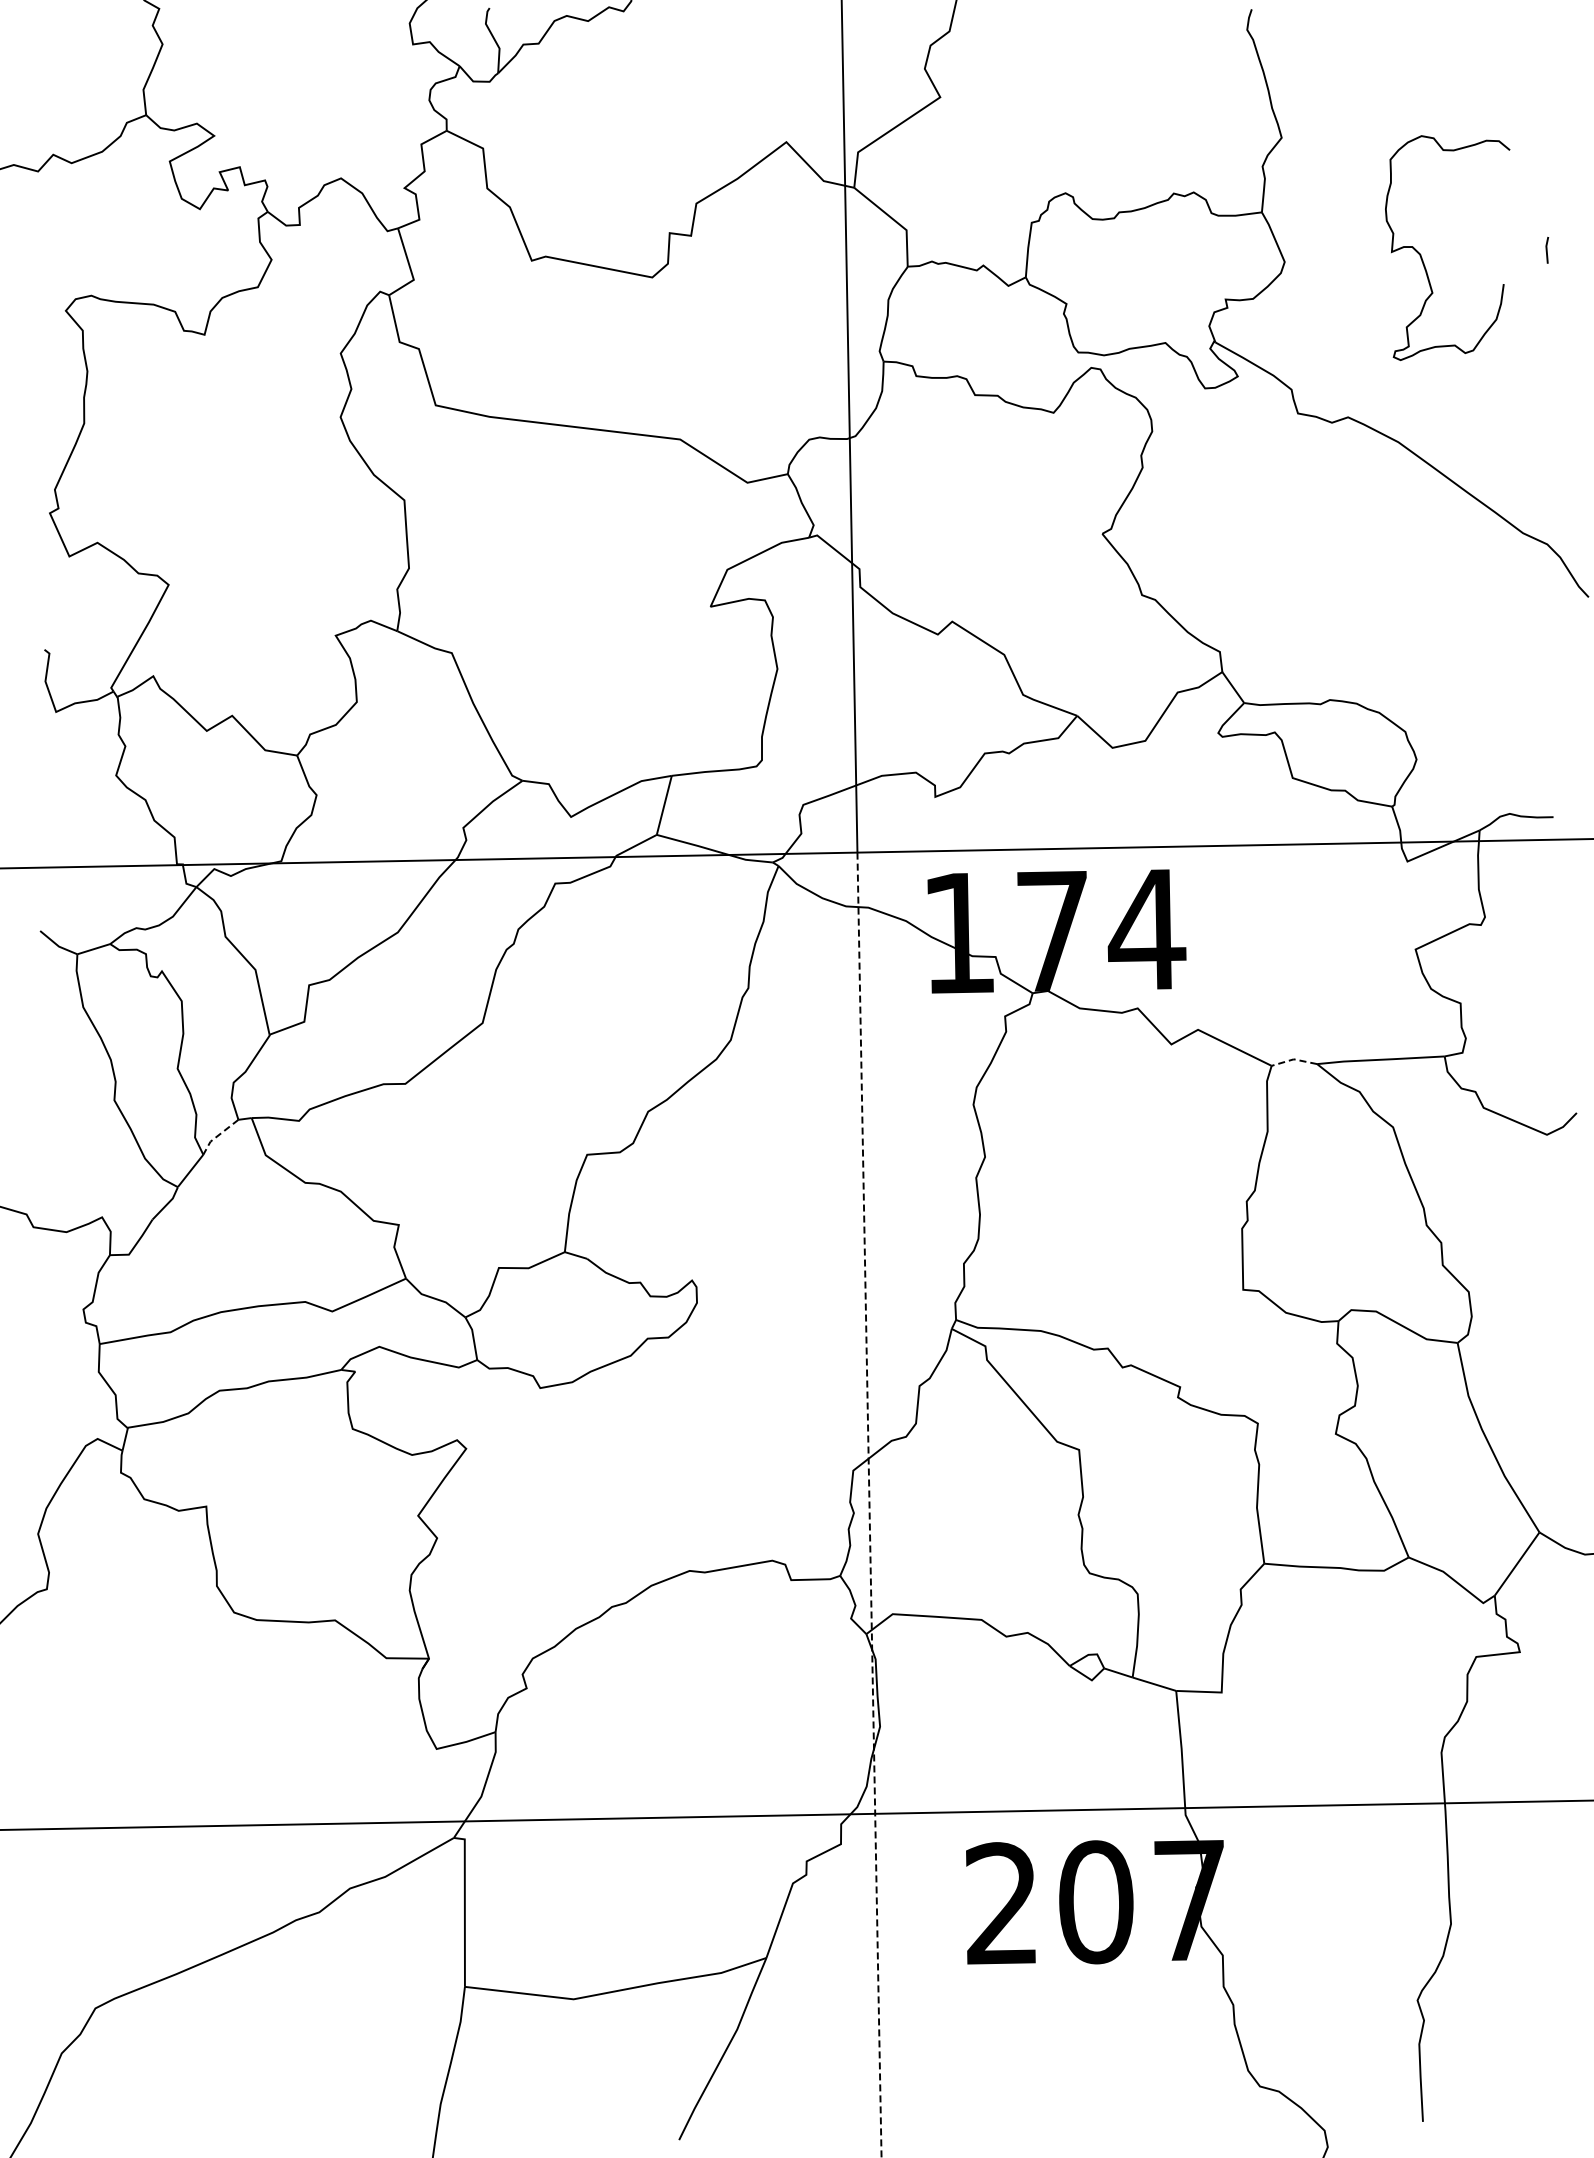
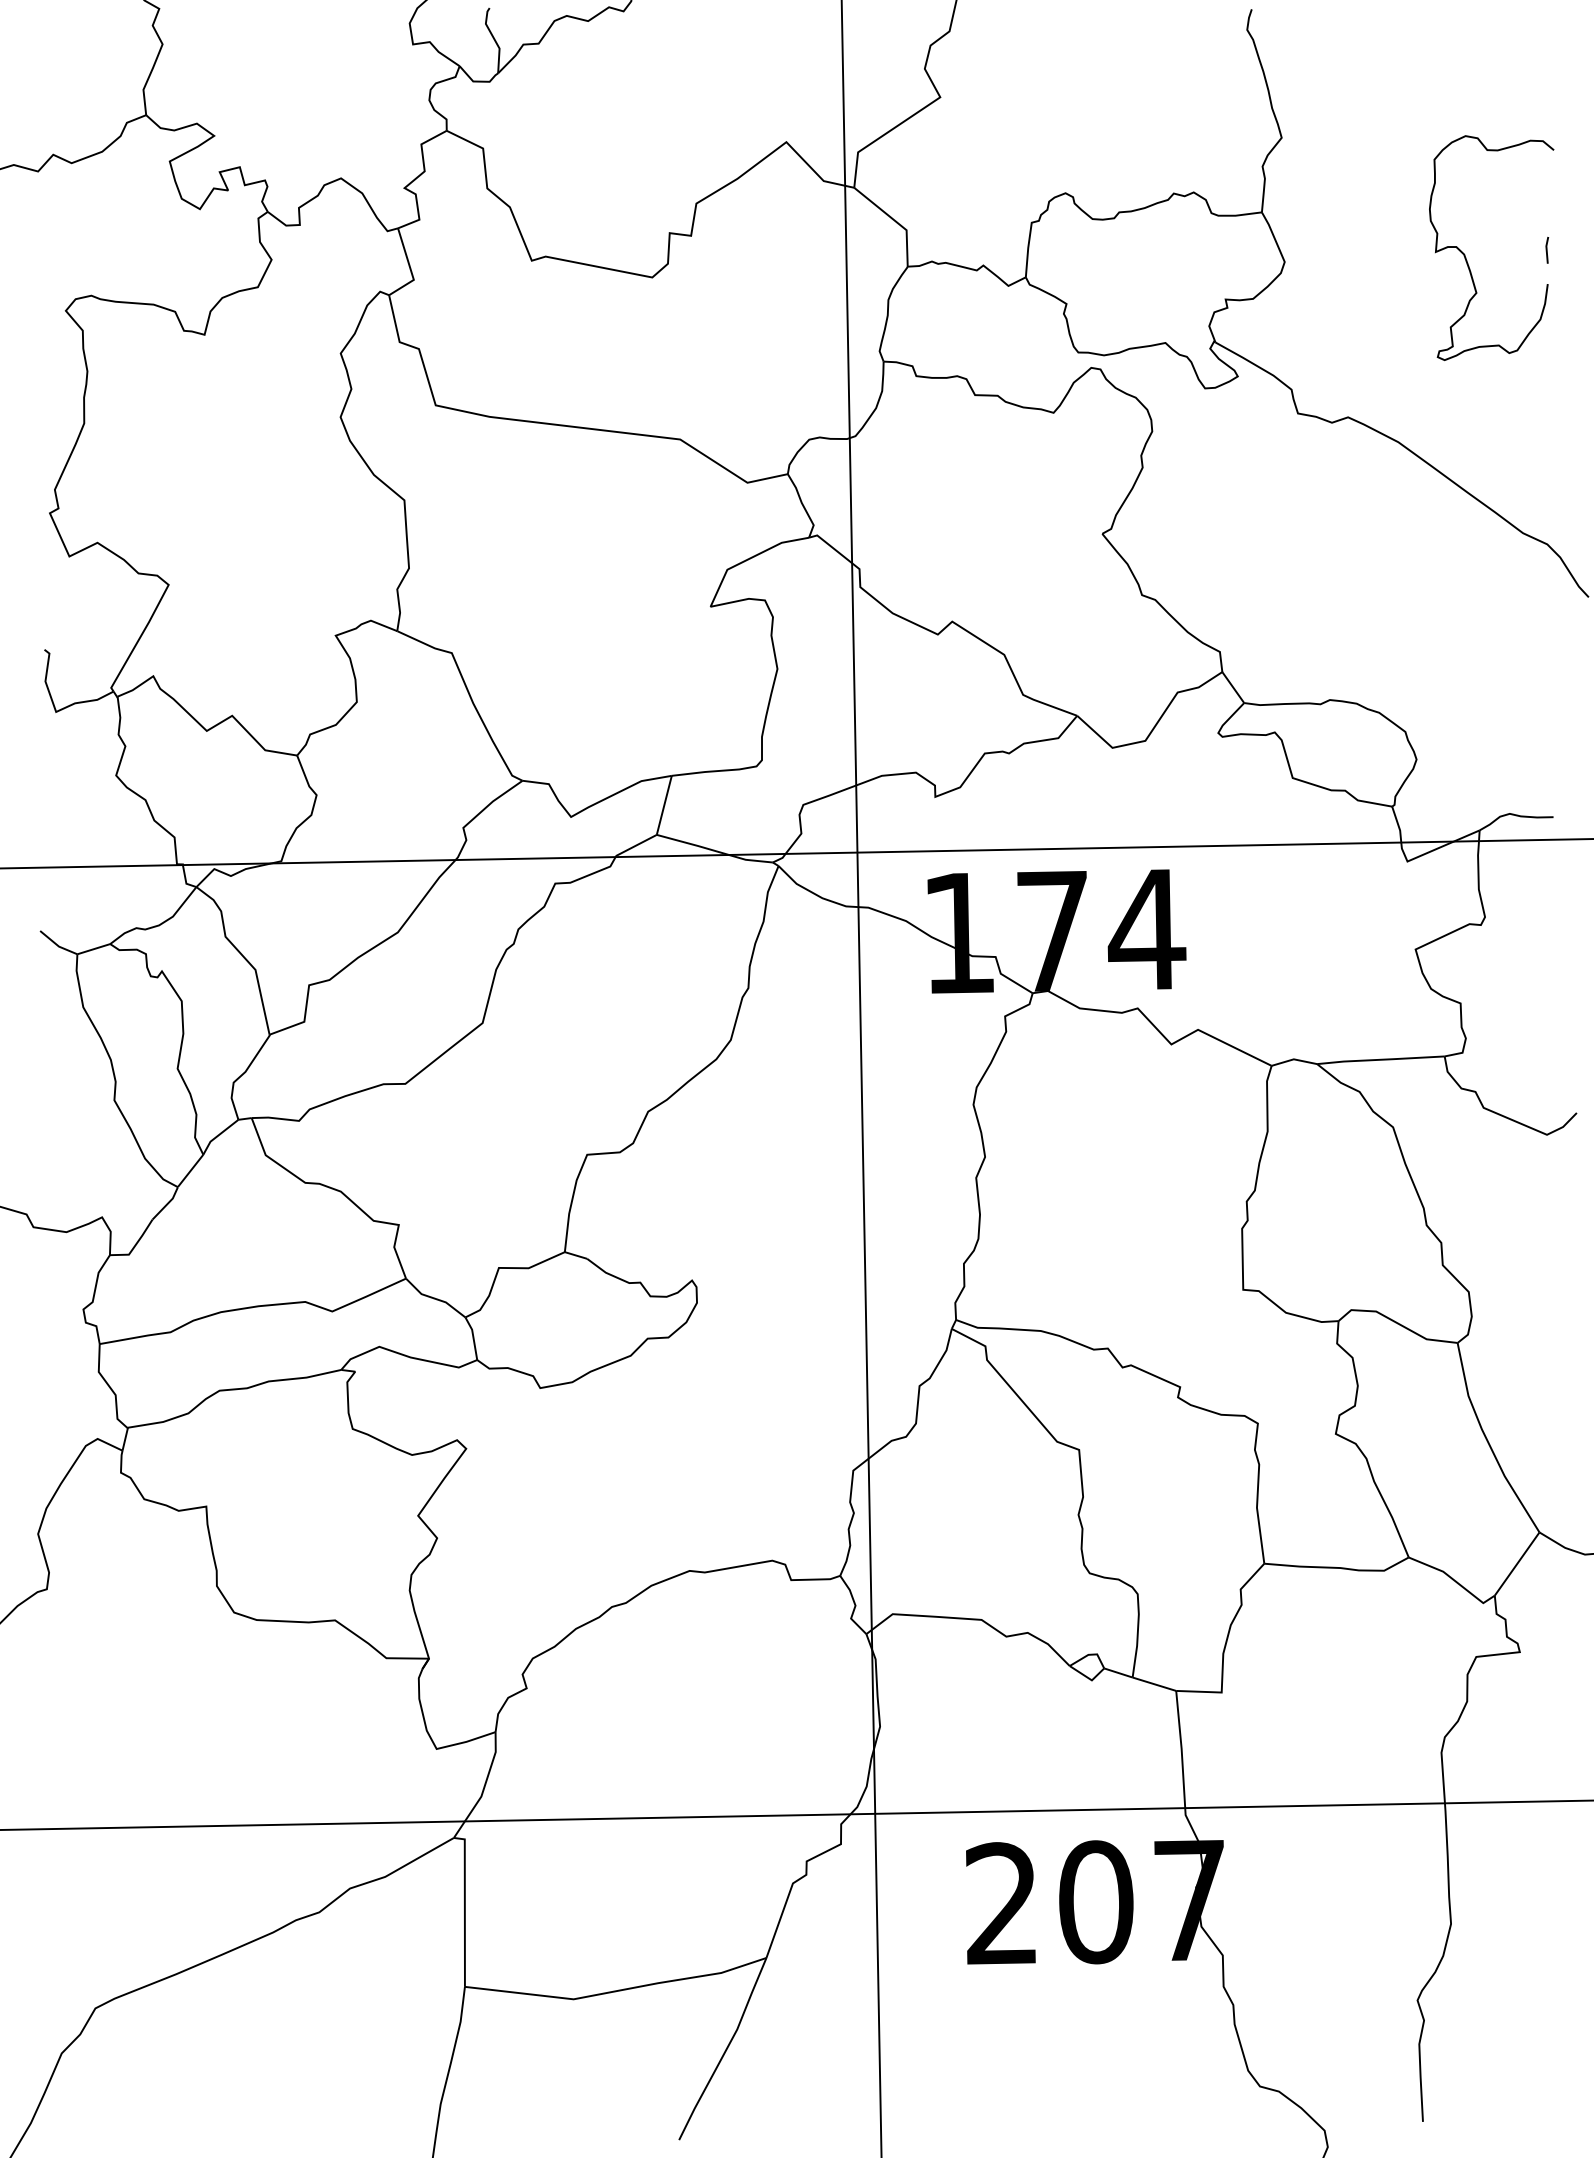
curve at (1421, 254) position: (1421, 254) -> (1465, 254)
line at (1293, 1059): dashed -> solid
line at (218, 1135): dashed -> solid
line at (869, 1505): dashed -> solid
